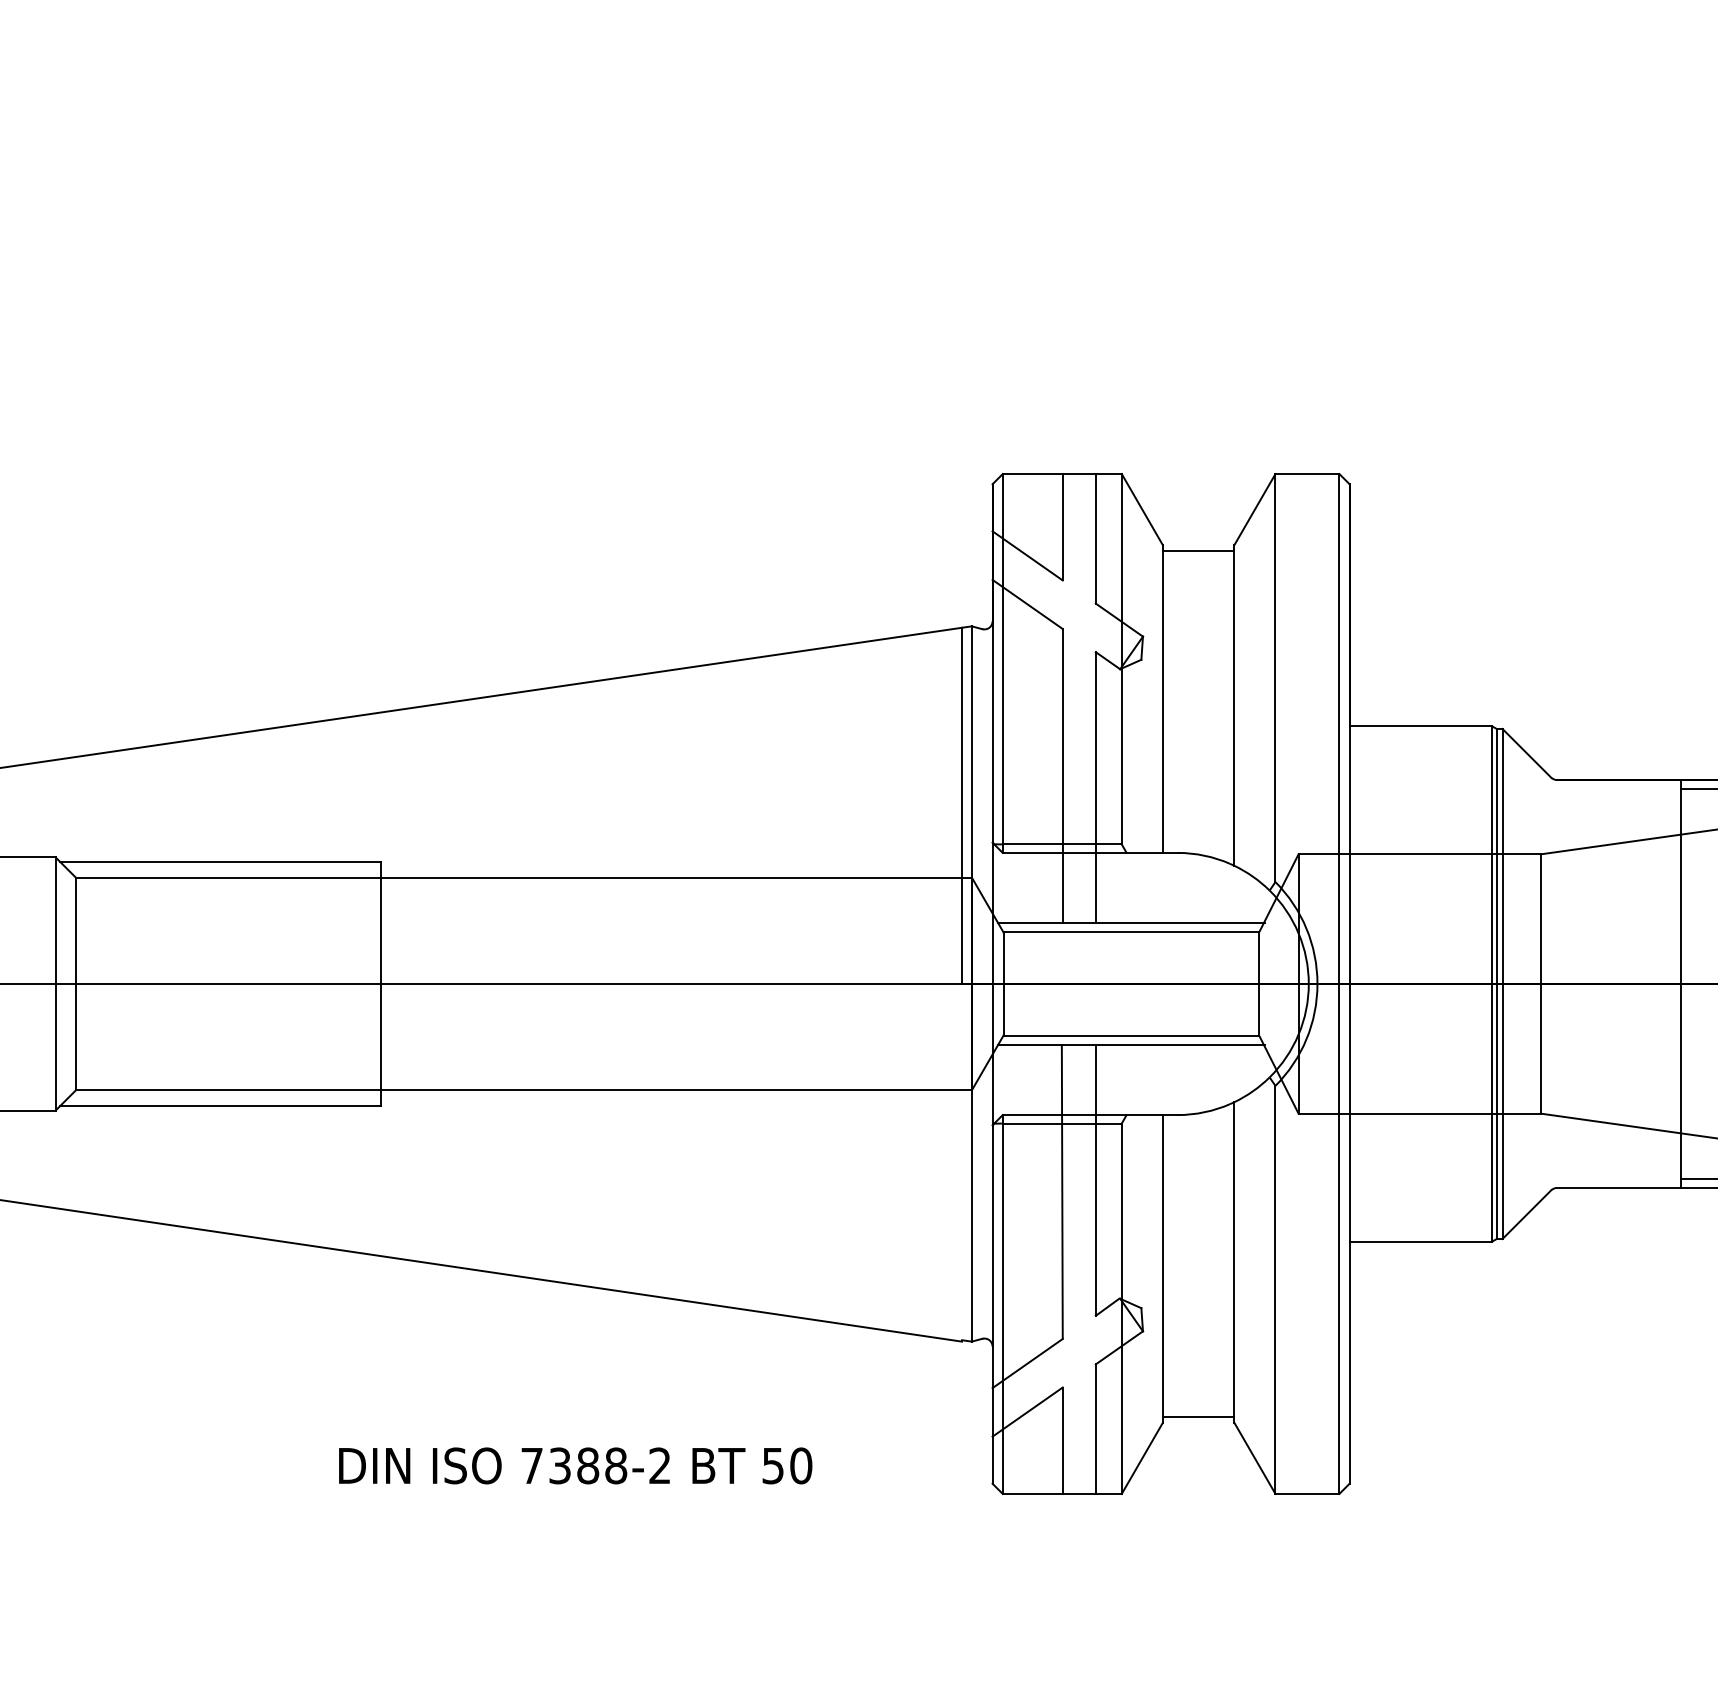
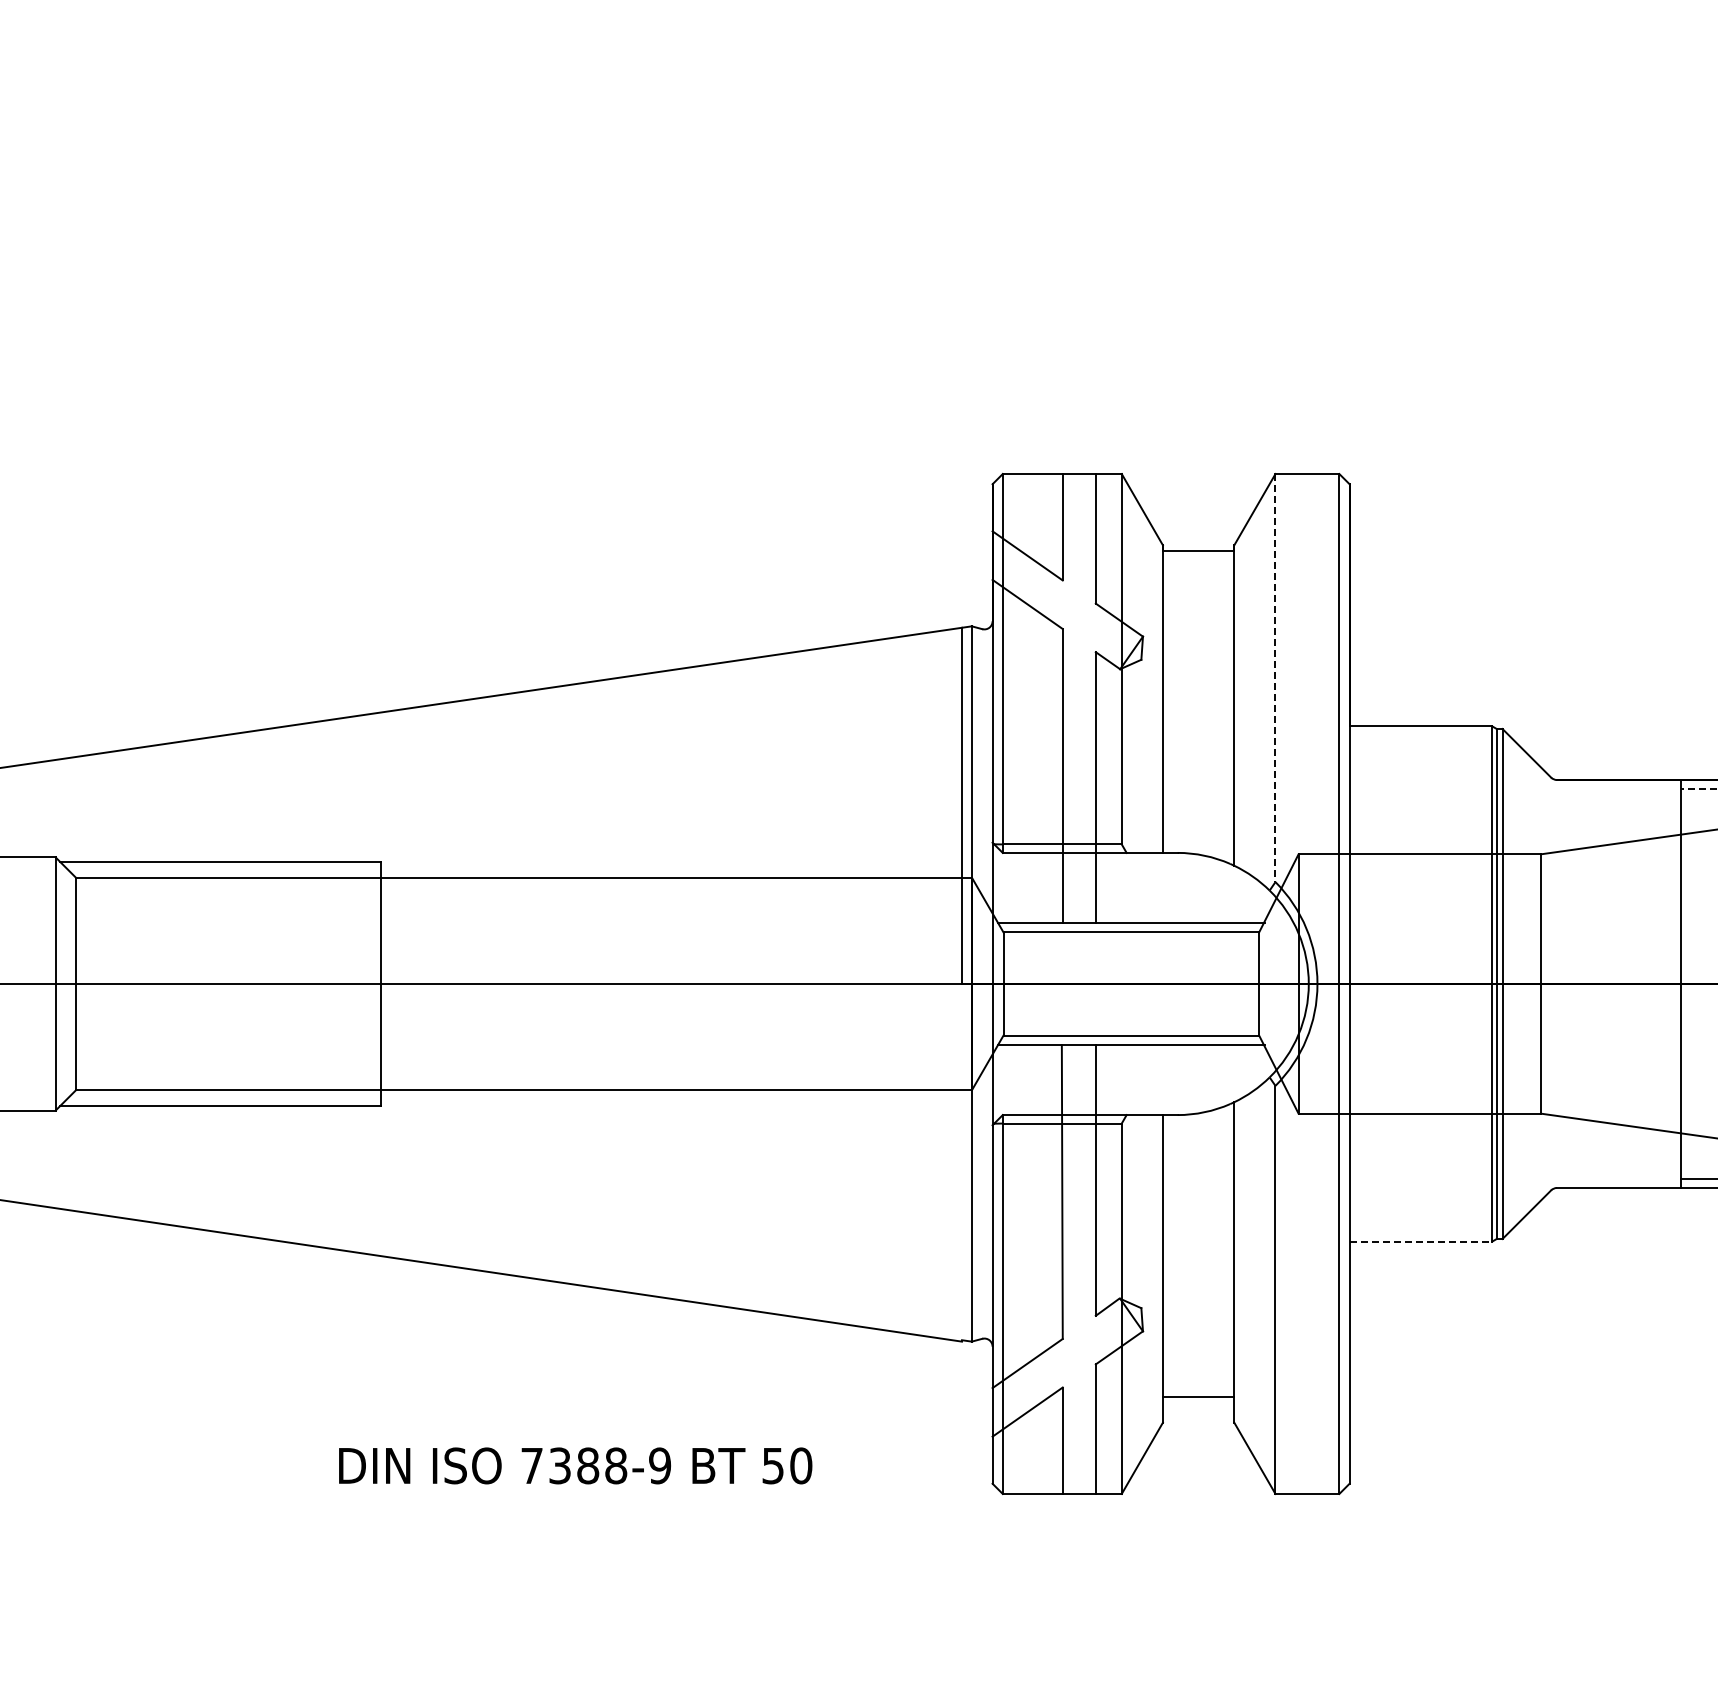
line at (1275, 678): solid -> dashed
line at (1699, 789): solid -> dashed
line at (1421, 1241): solid -> dashed
line at (1198, 1417) position: (1198, 1417) -> (1198, 1397)
text at (660, 1465): 7388-2 -> 7388-9
